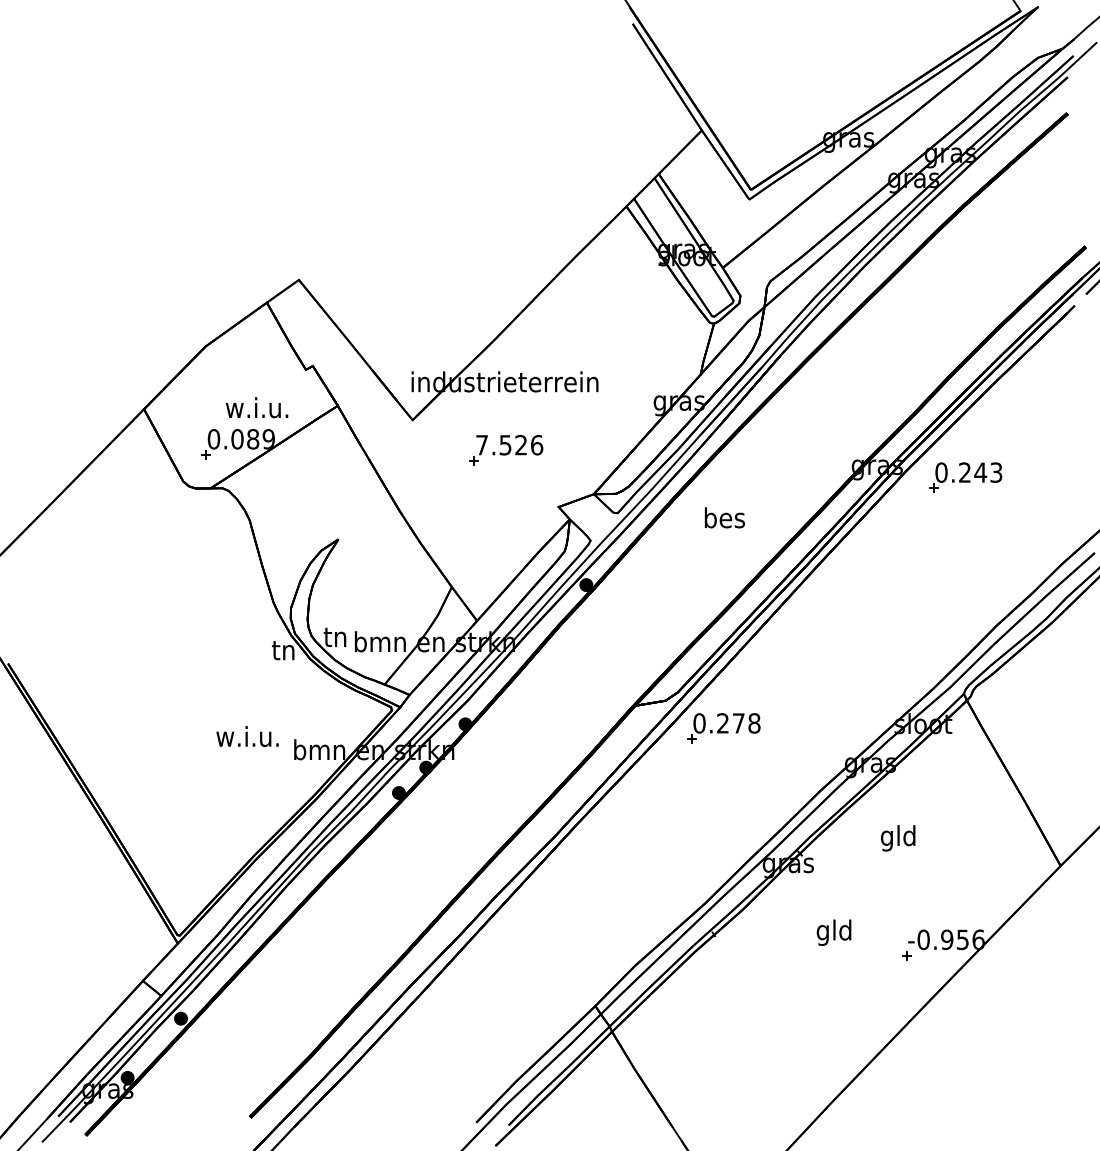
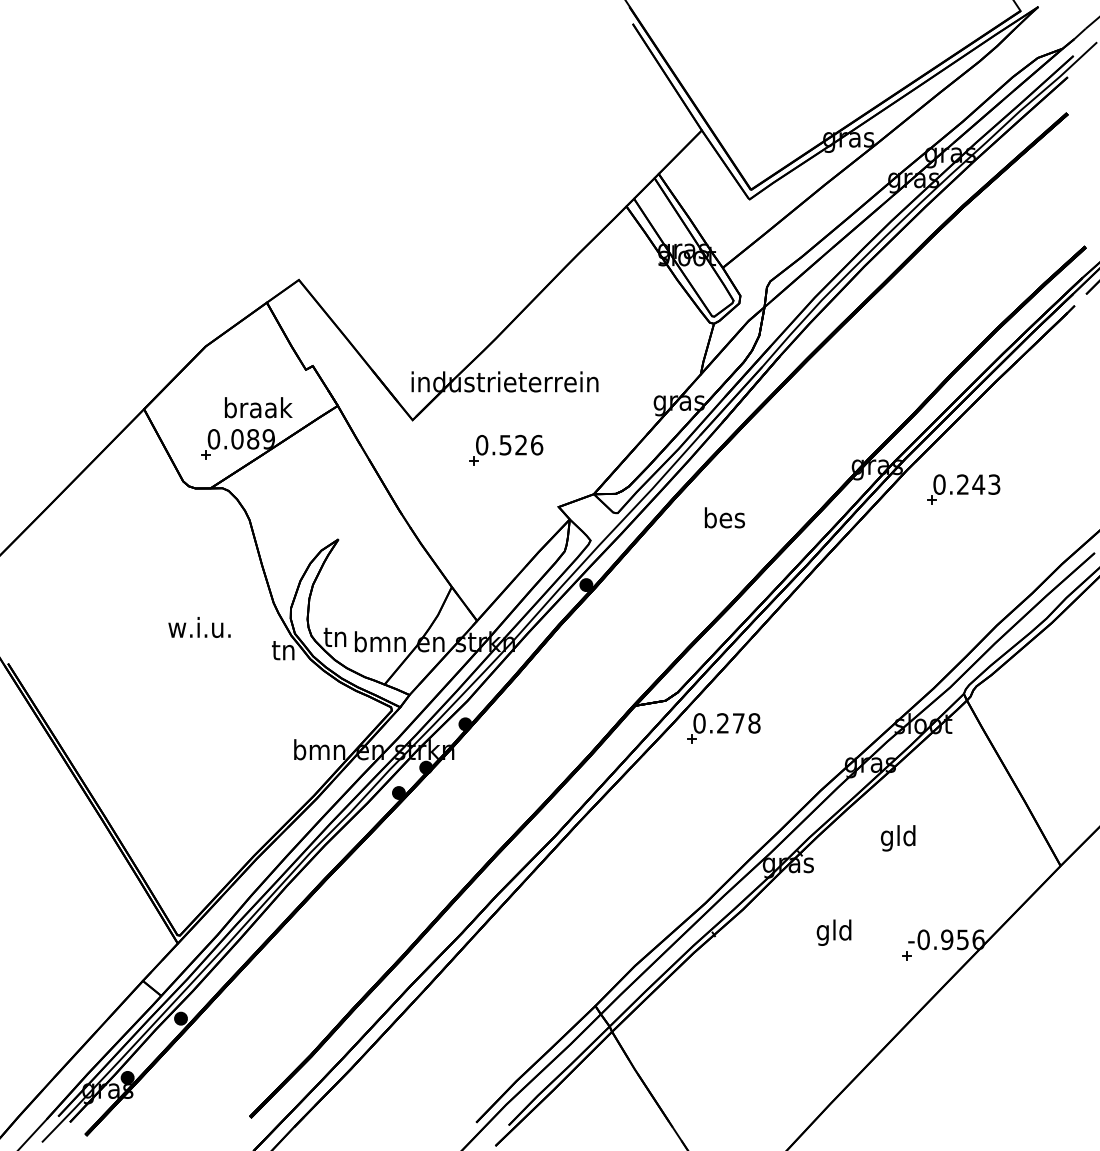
text at (258, 407): w.i.u. -> braak
text at (482, 445): 7.526 -> 0.526
part at (965, 477) position: (965, 477) -> (963, 489)
text at (247, 736) position: (247, 736) -> (199, 627)
